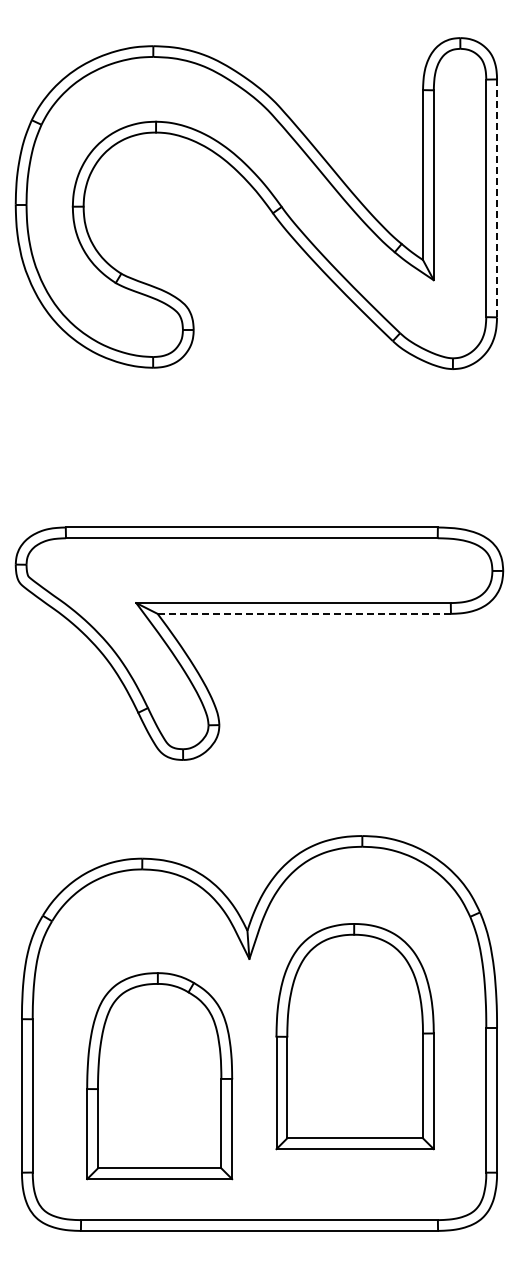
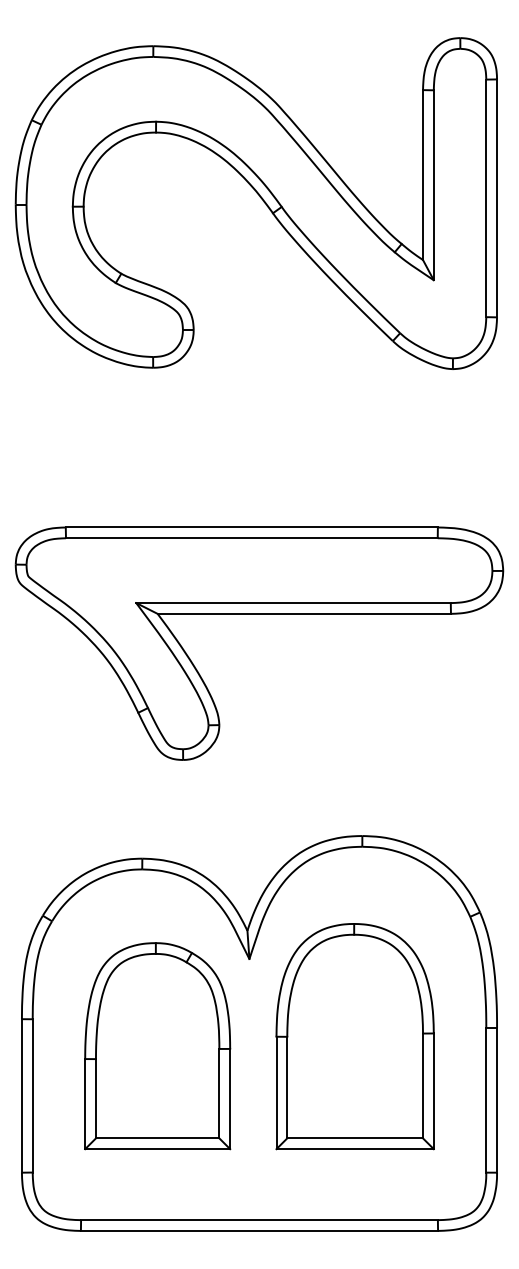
line at (497, 198): dashed -> solid
line at (304, 613): dashed -> solid
part at (159, 1076) position: (159, 1076) -> (157, 1046)
